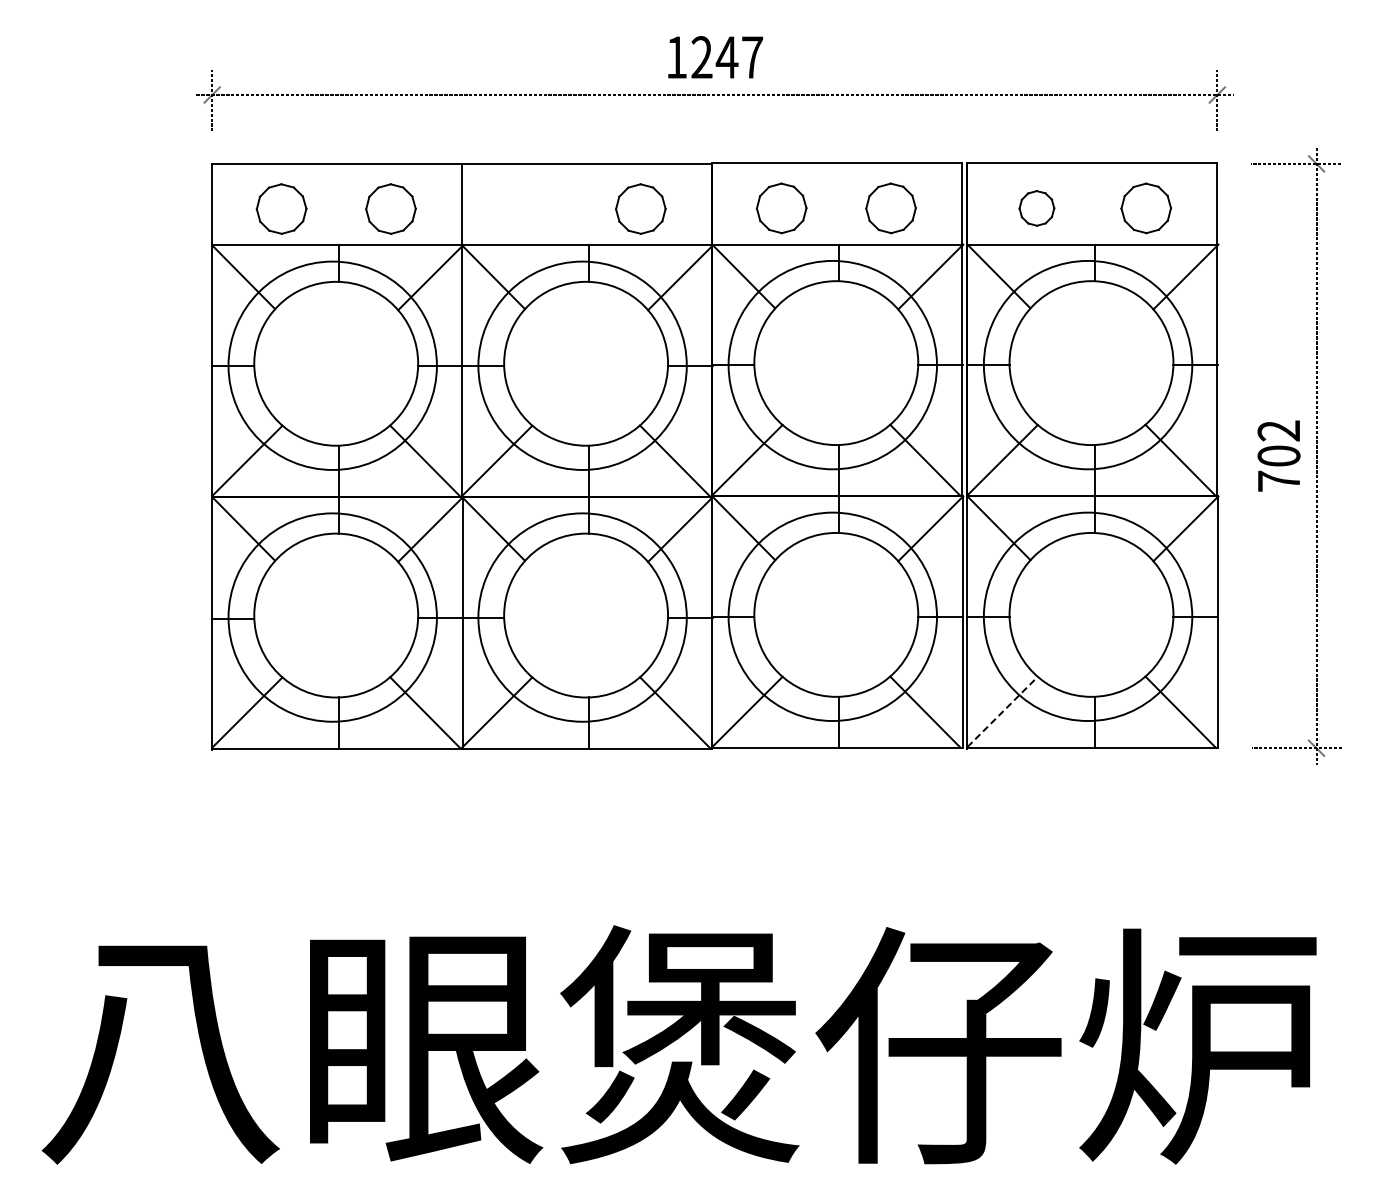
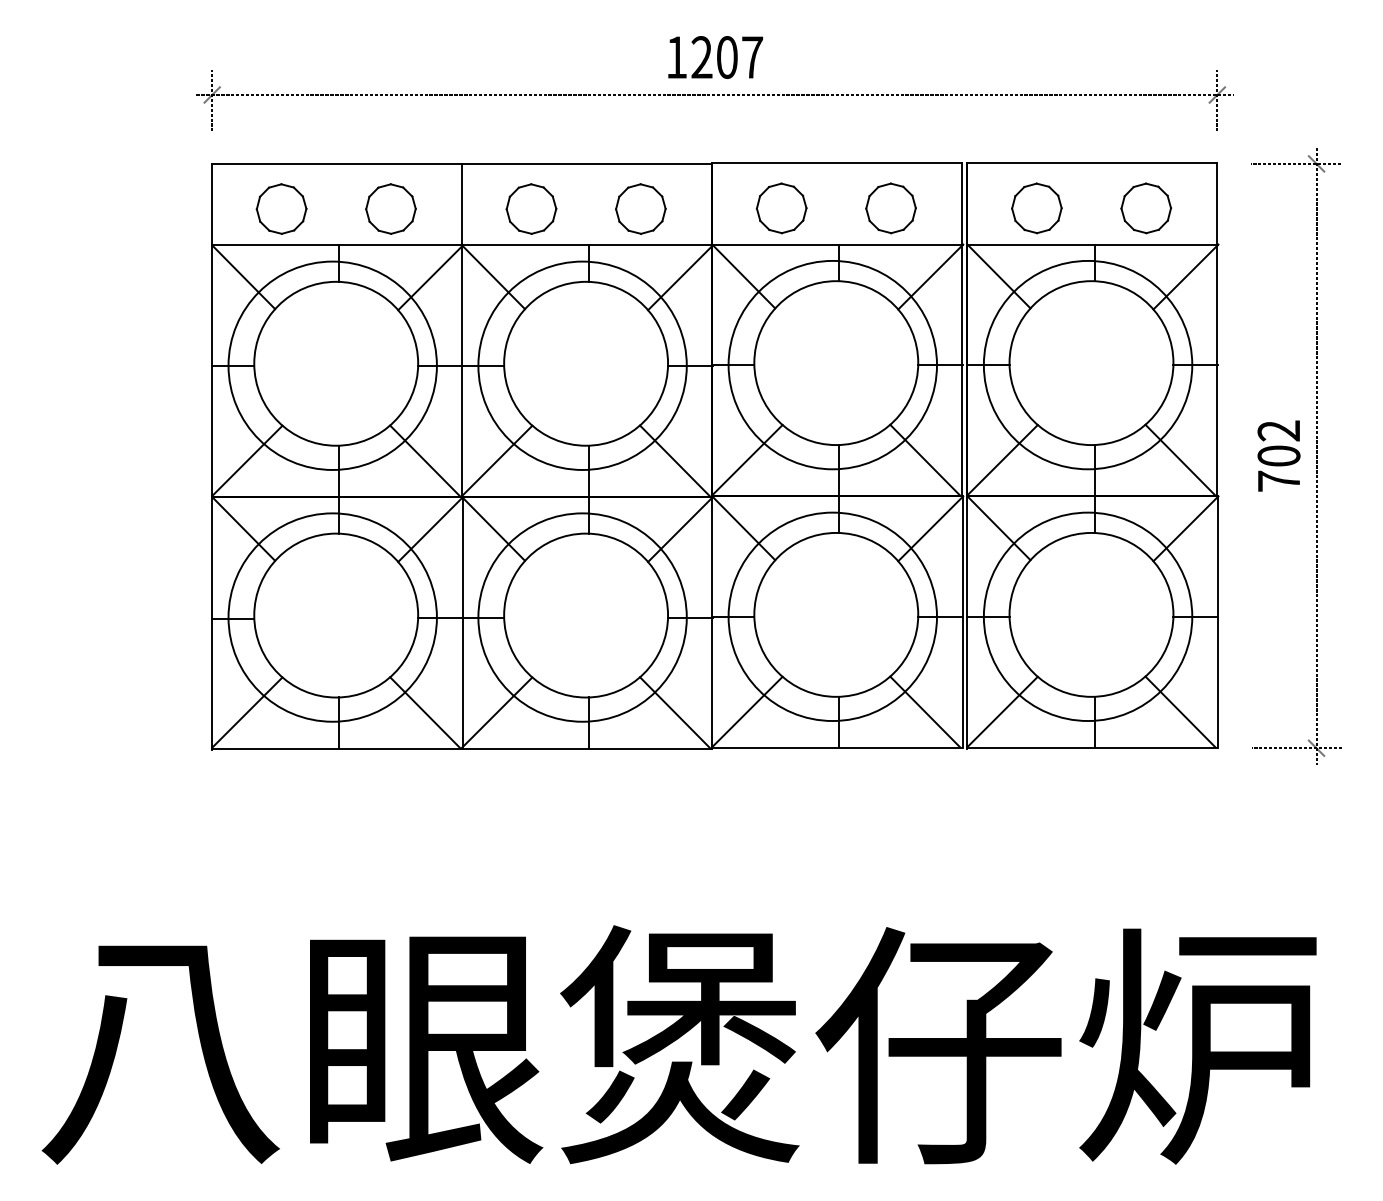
text at (726, 57): 1247 -> 1207
part at (531, 208): none -> present
part at (1036, 208) size: 38x37 px -> 52x53 px
line at (1002, 711): dashed -> solid
